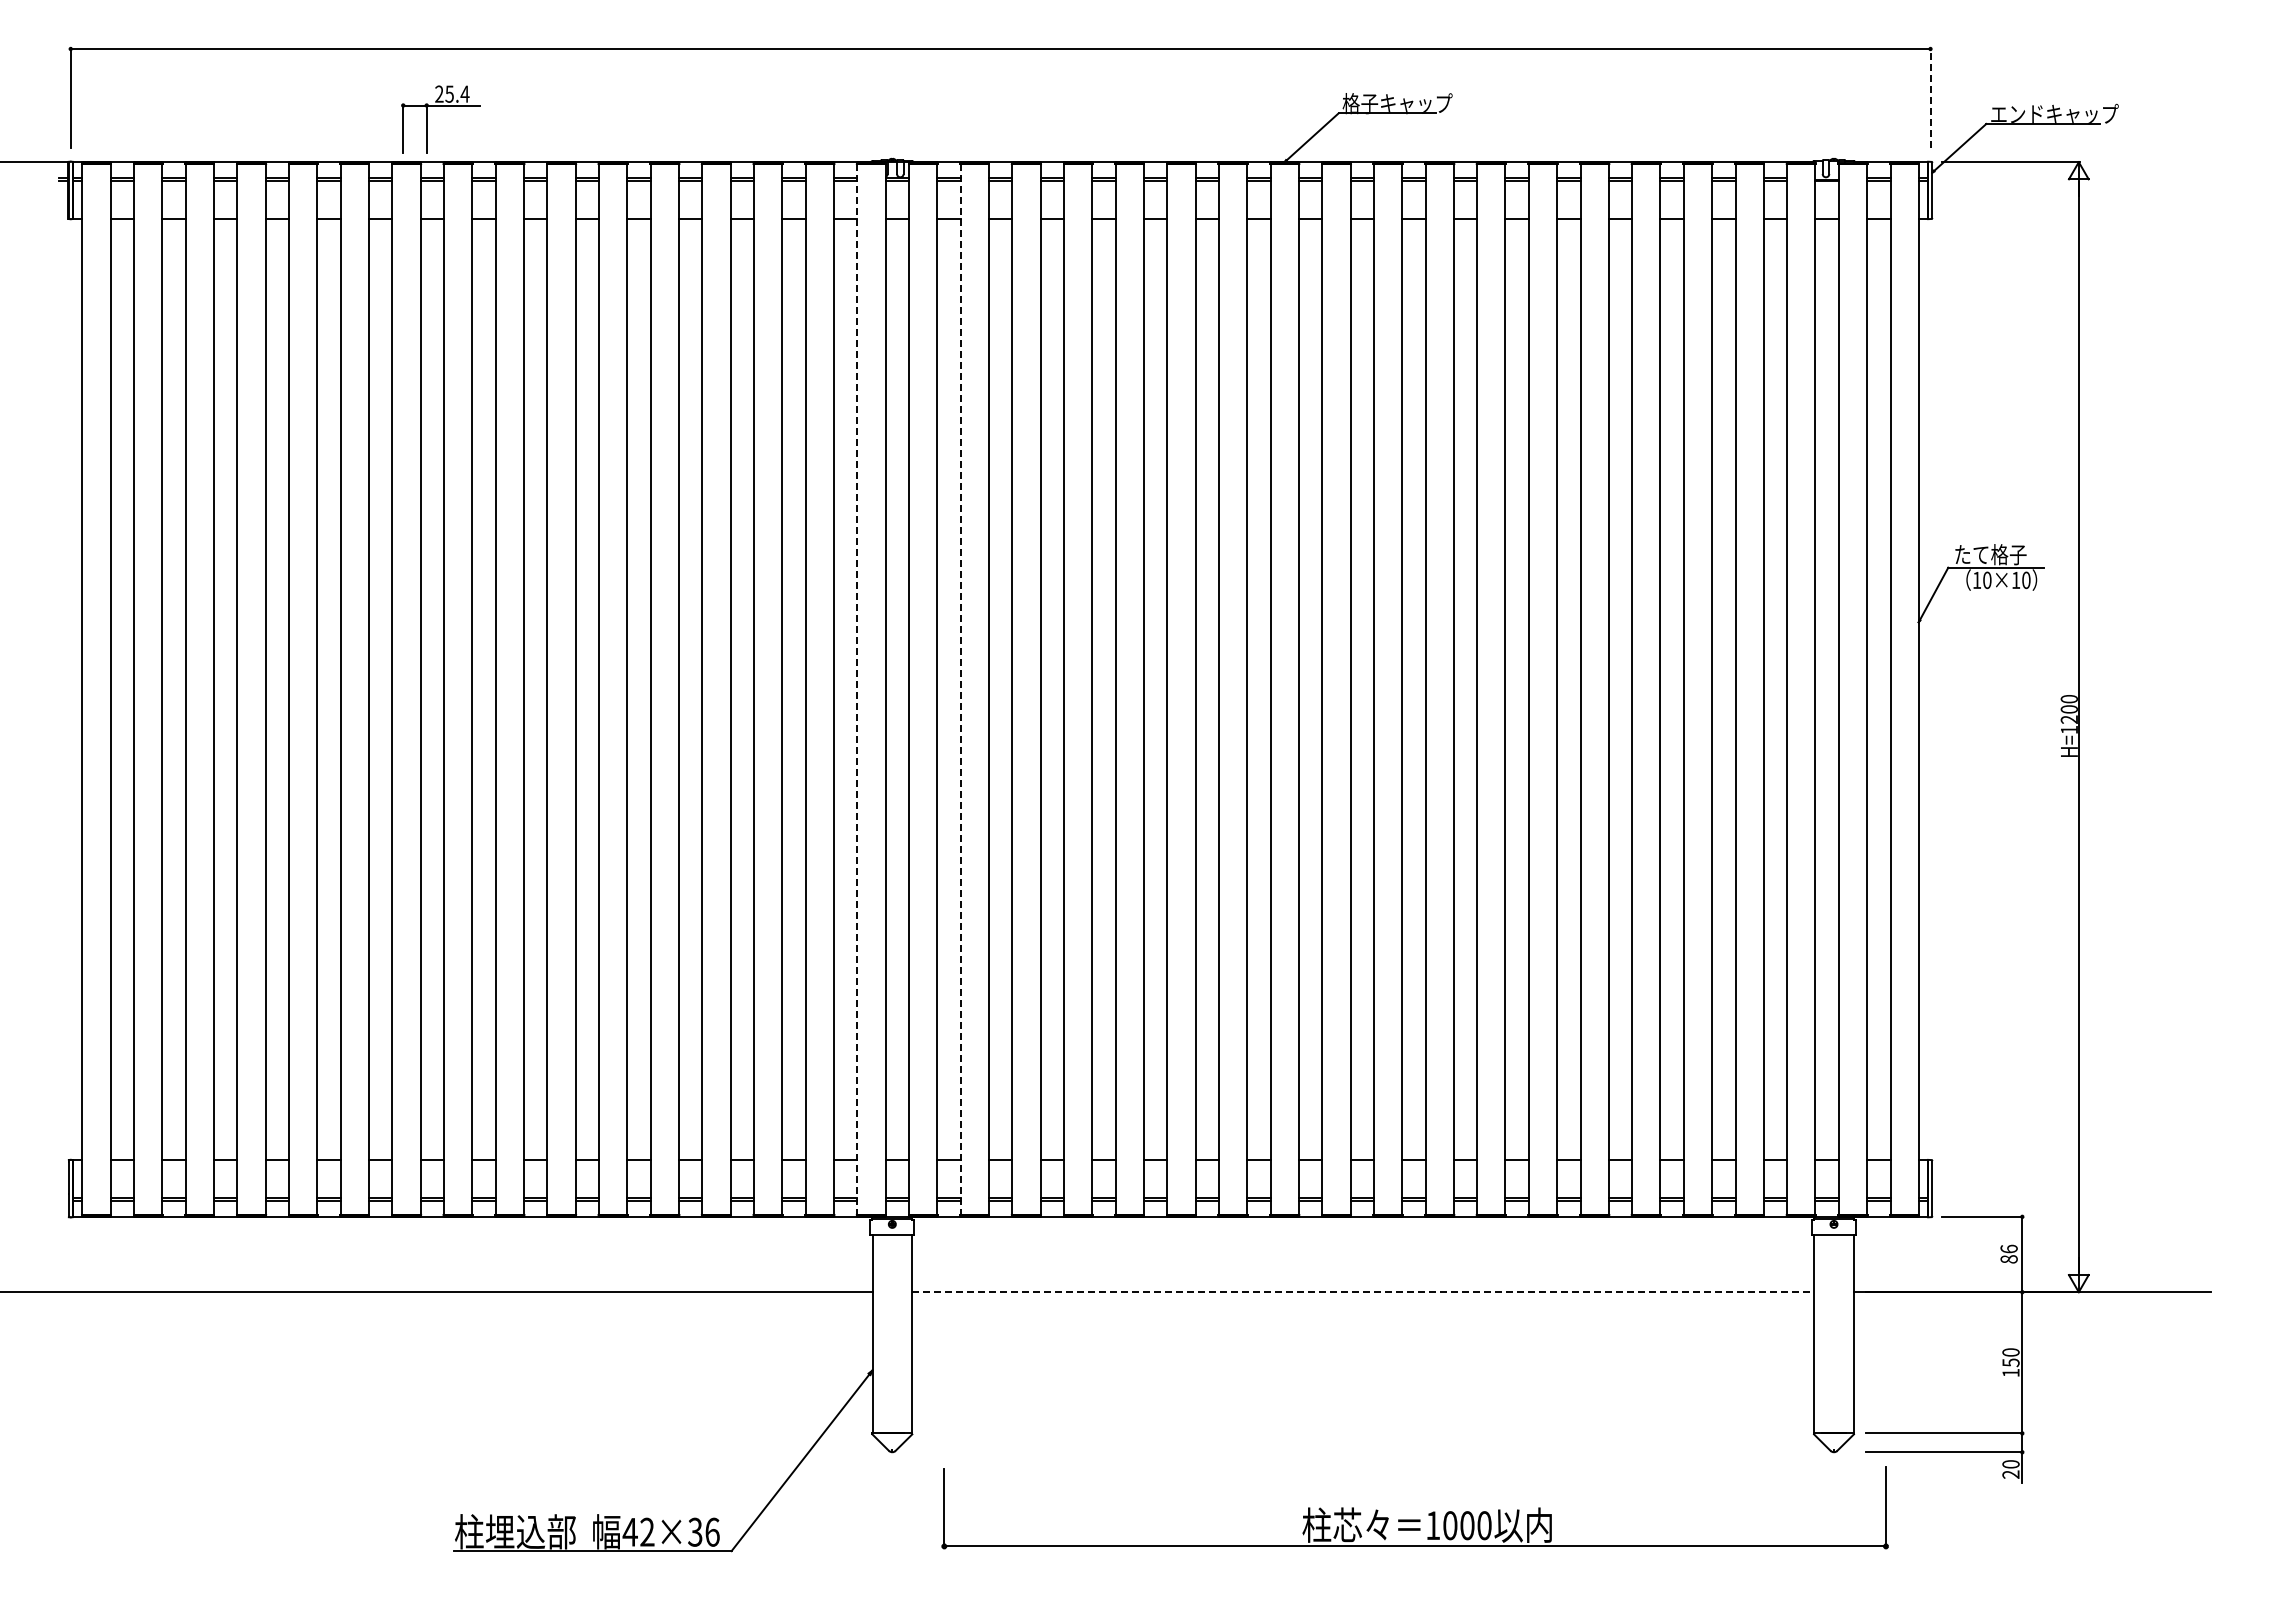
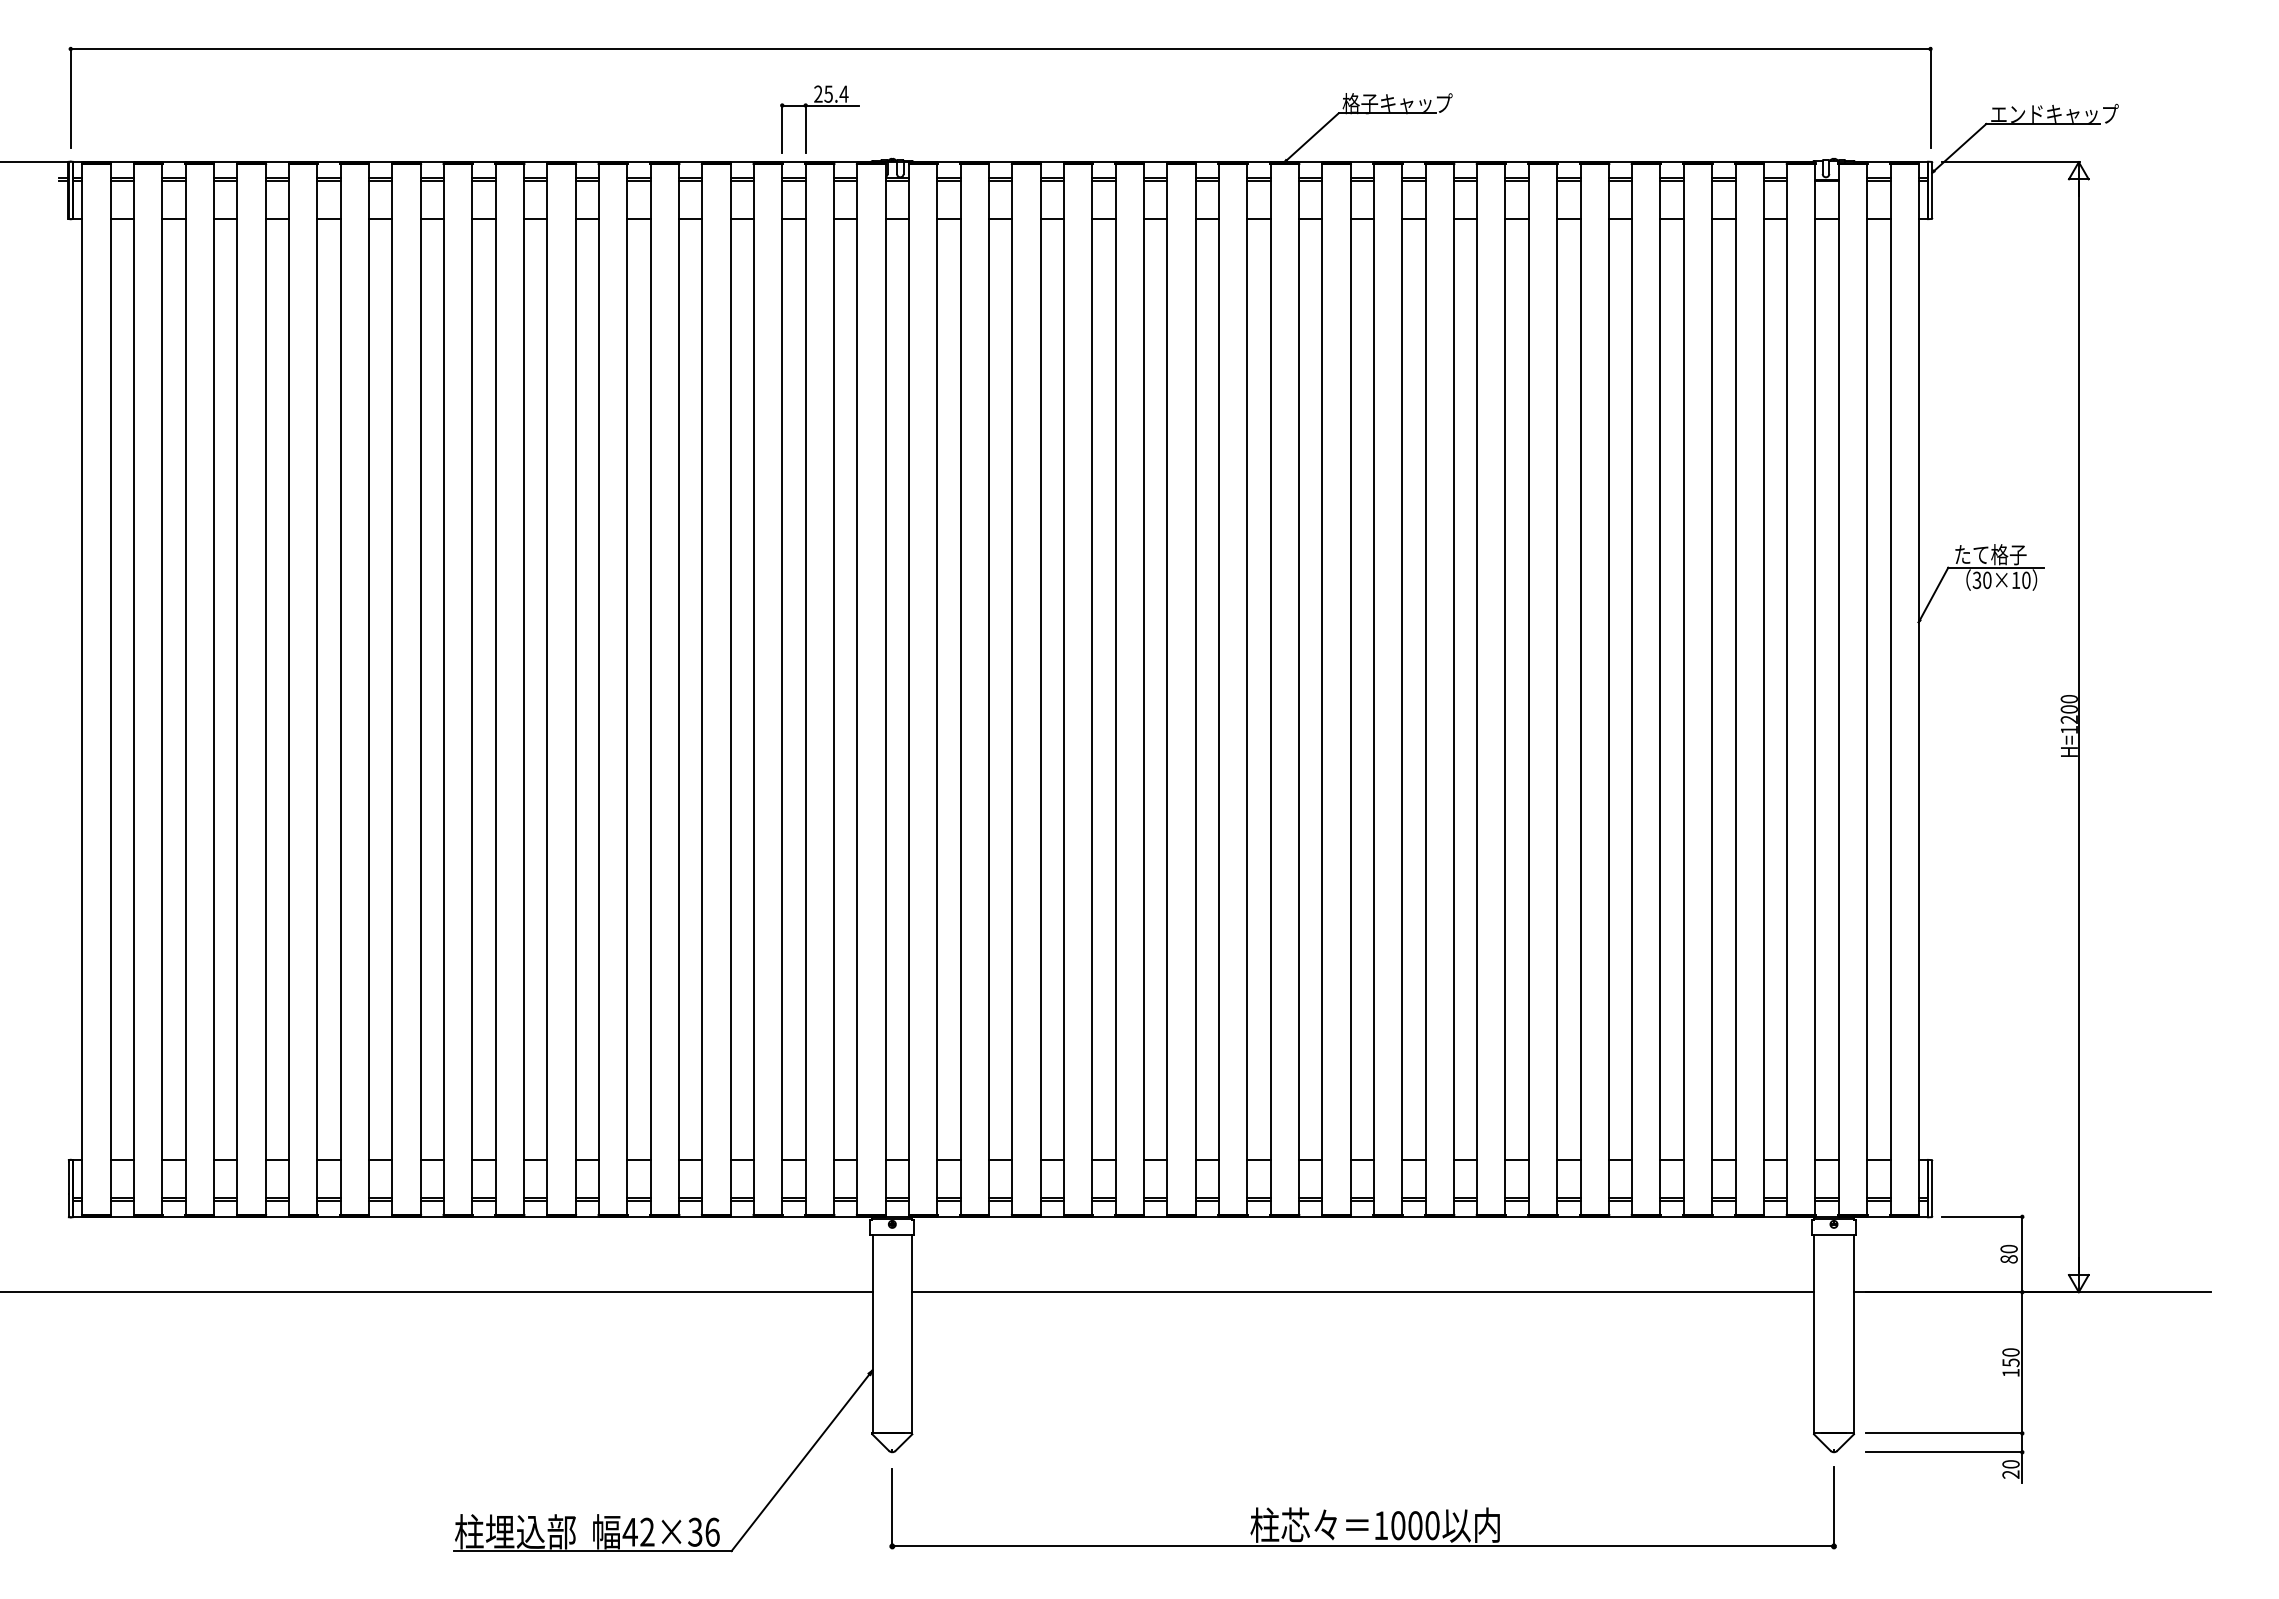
line at (1930, 97): dashed -> solid
part at (440, 106) position: (440, 106) -> (819, 106)
text at (1976, 580): 10×10 -> 30×10
line at (857, 690): dashed -> solid
line at (960, 690): dashed -> solid
text at (2008, 1248): 86 -> 80
line at (1363, 1292): dashed -> solid
part at (1414, 1519) position: (1414, 1519) -> (1362, 1519)
